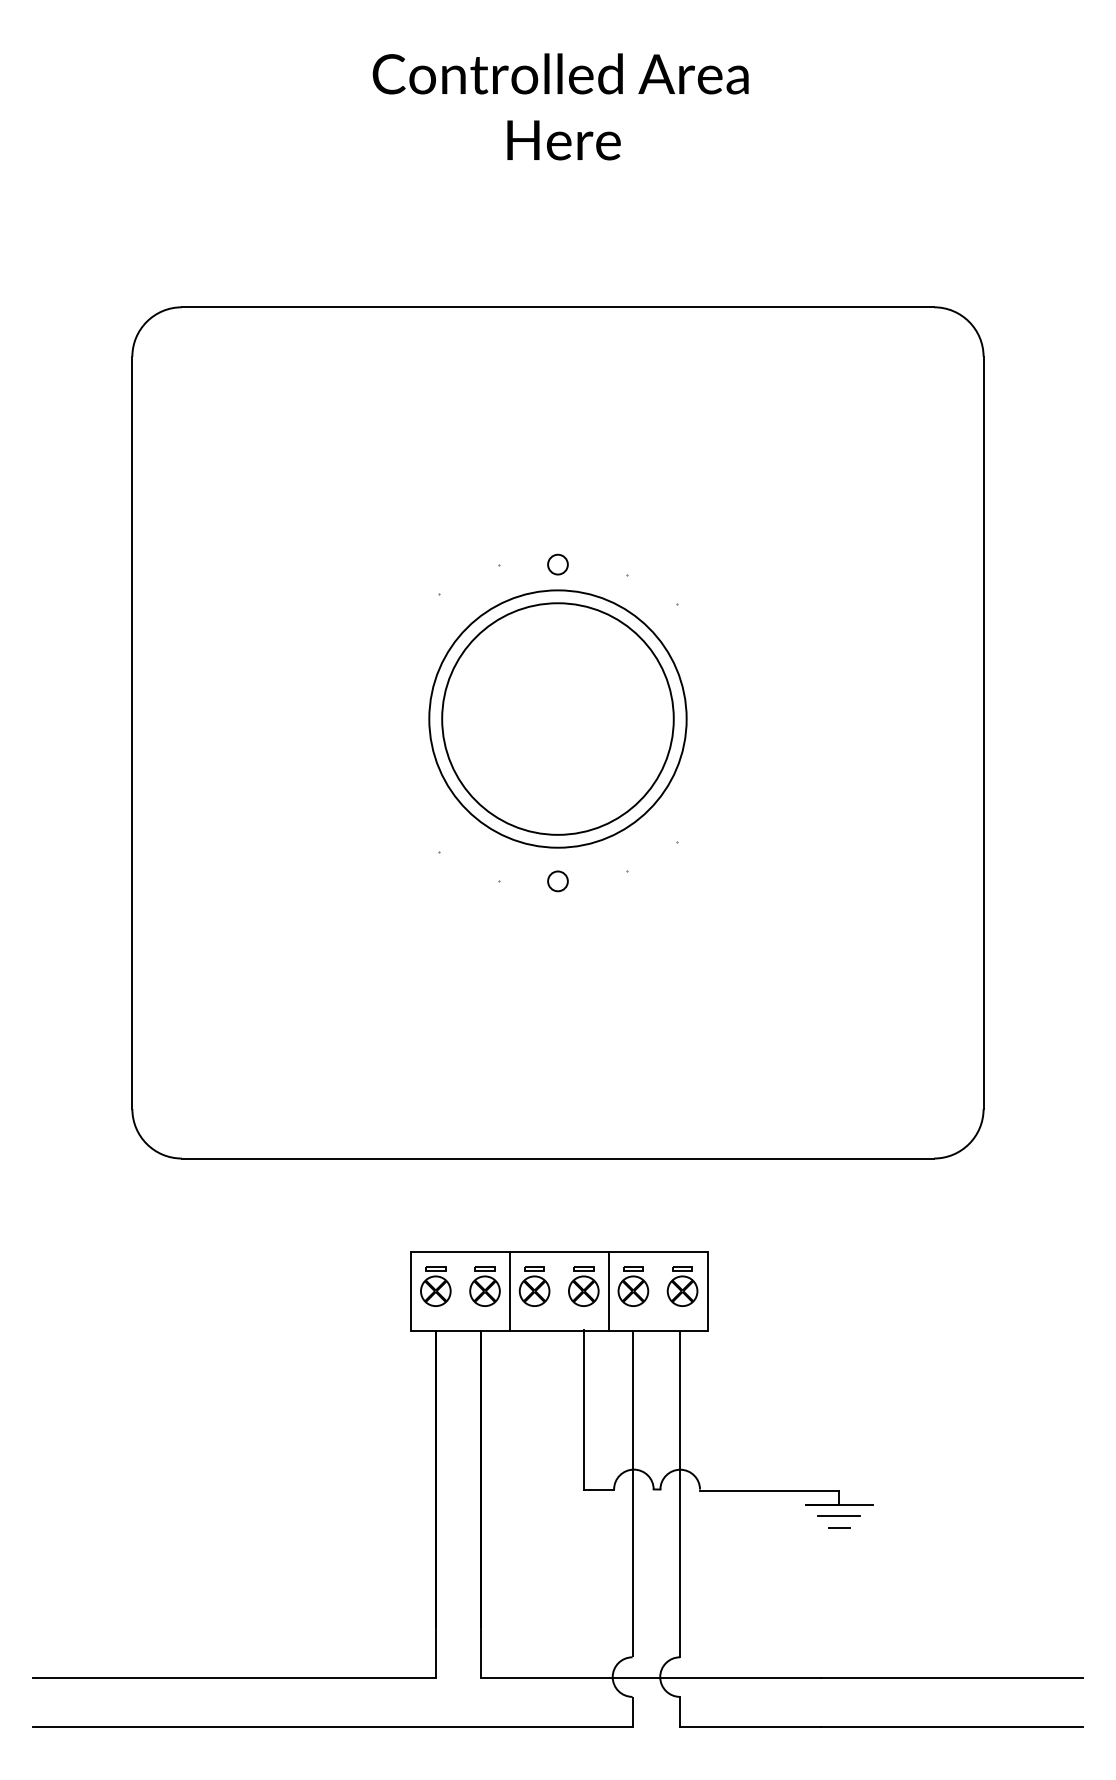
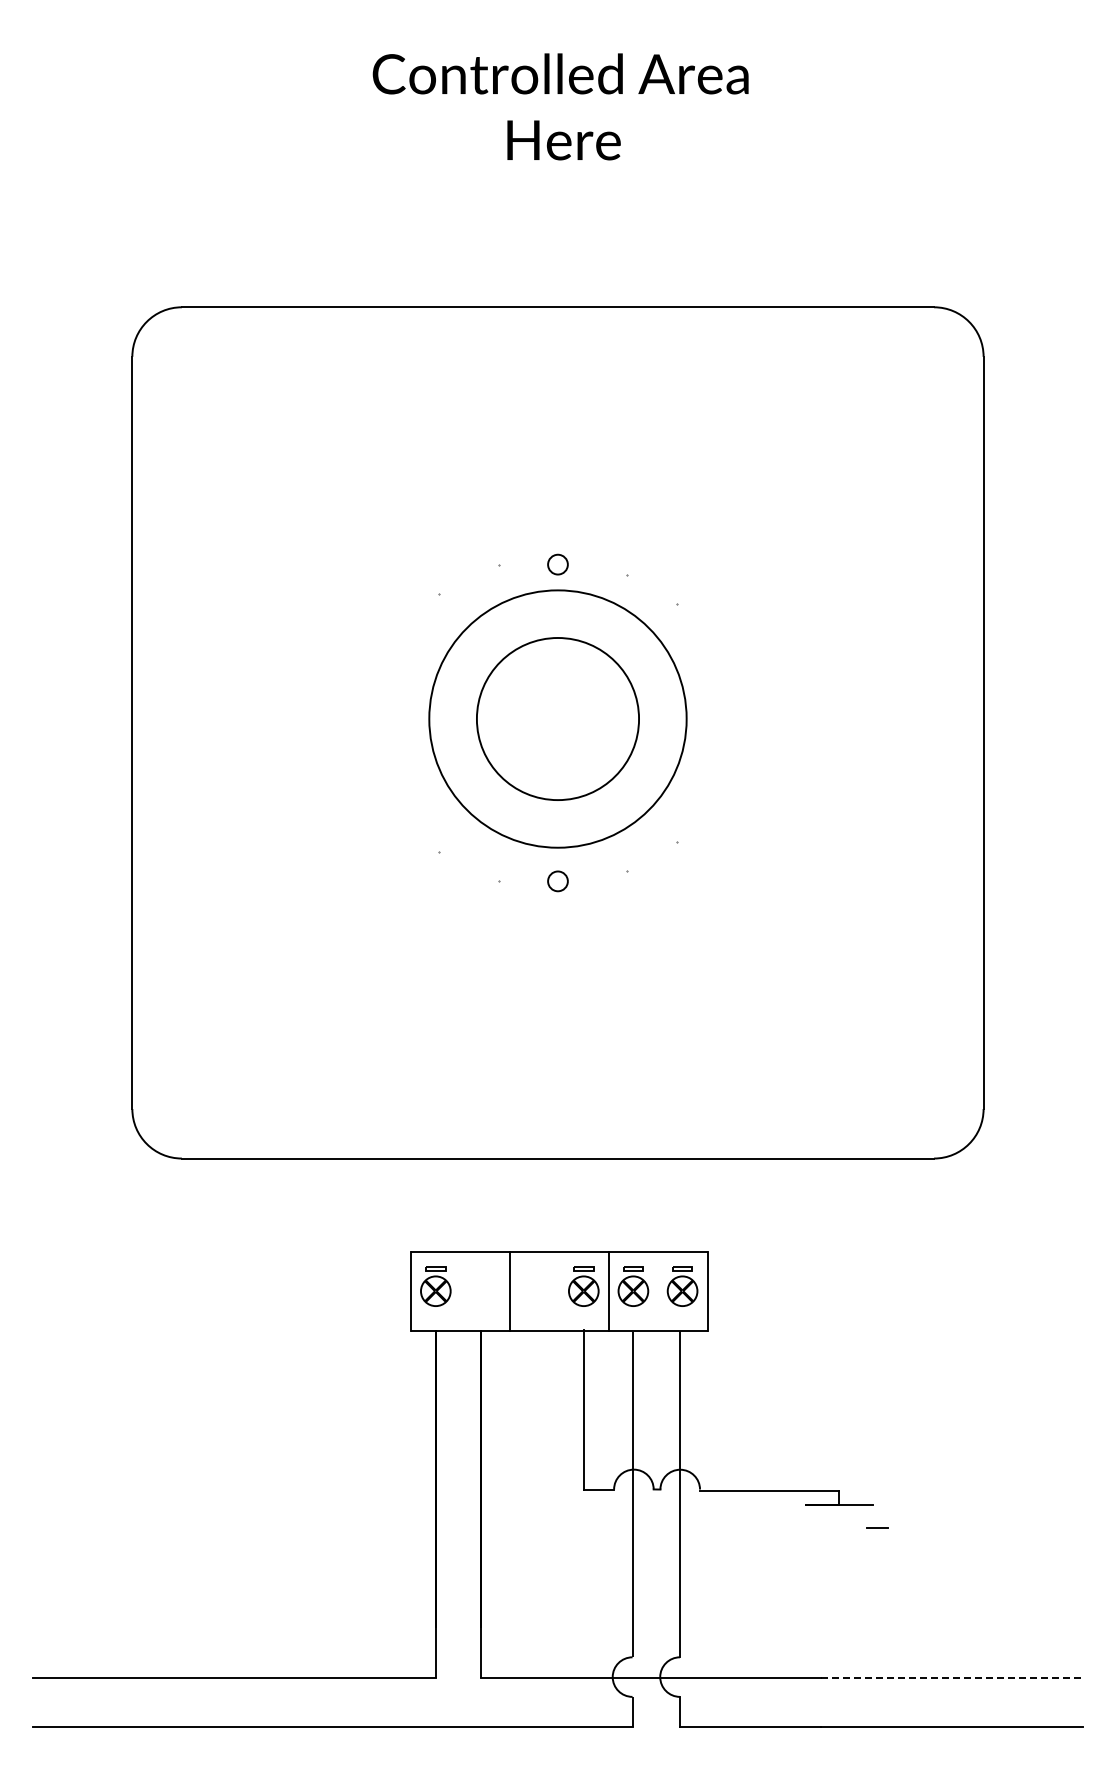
circle at (557, 718) diameter: 232 px -> 162 px
part at (484, 1286): present -> none
part at (534, 1286): present -> none
line at (838, 1516): present -> none
line at (839, 1527) position: (839, 1527) -> (877, 1527)
line at (951, 1677): solid -> dashed
